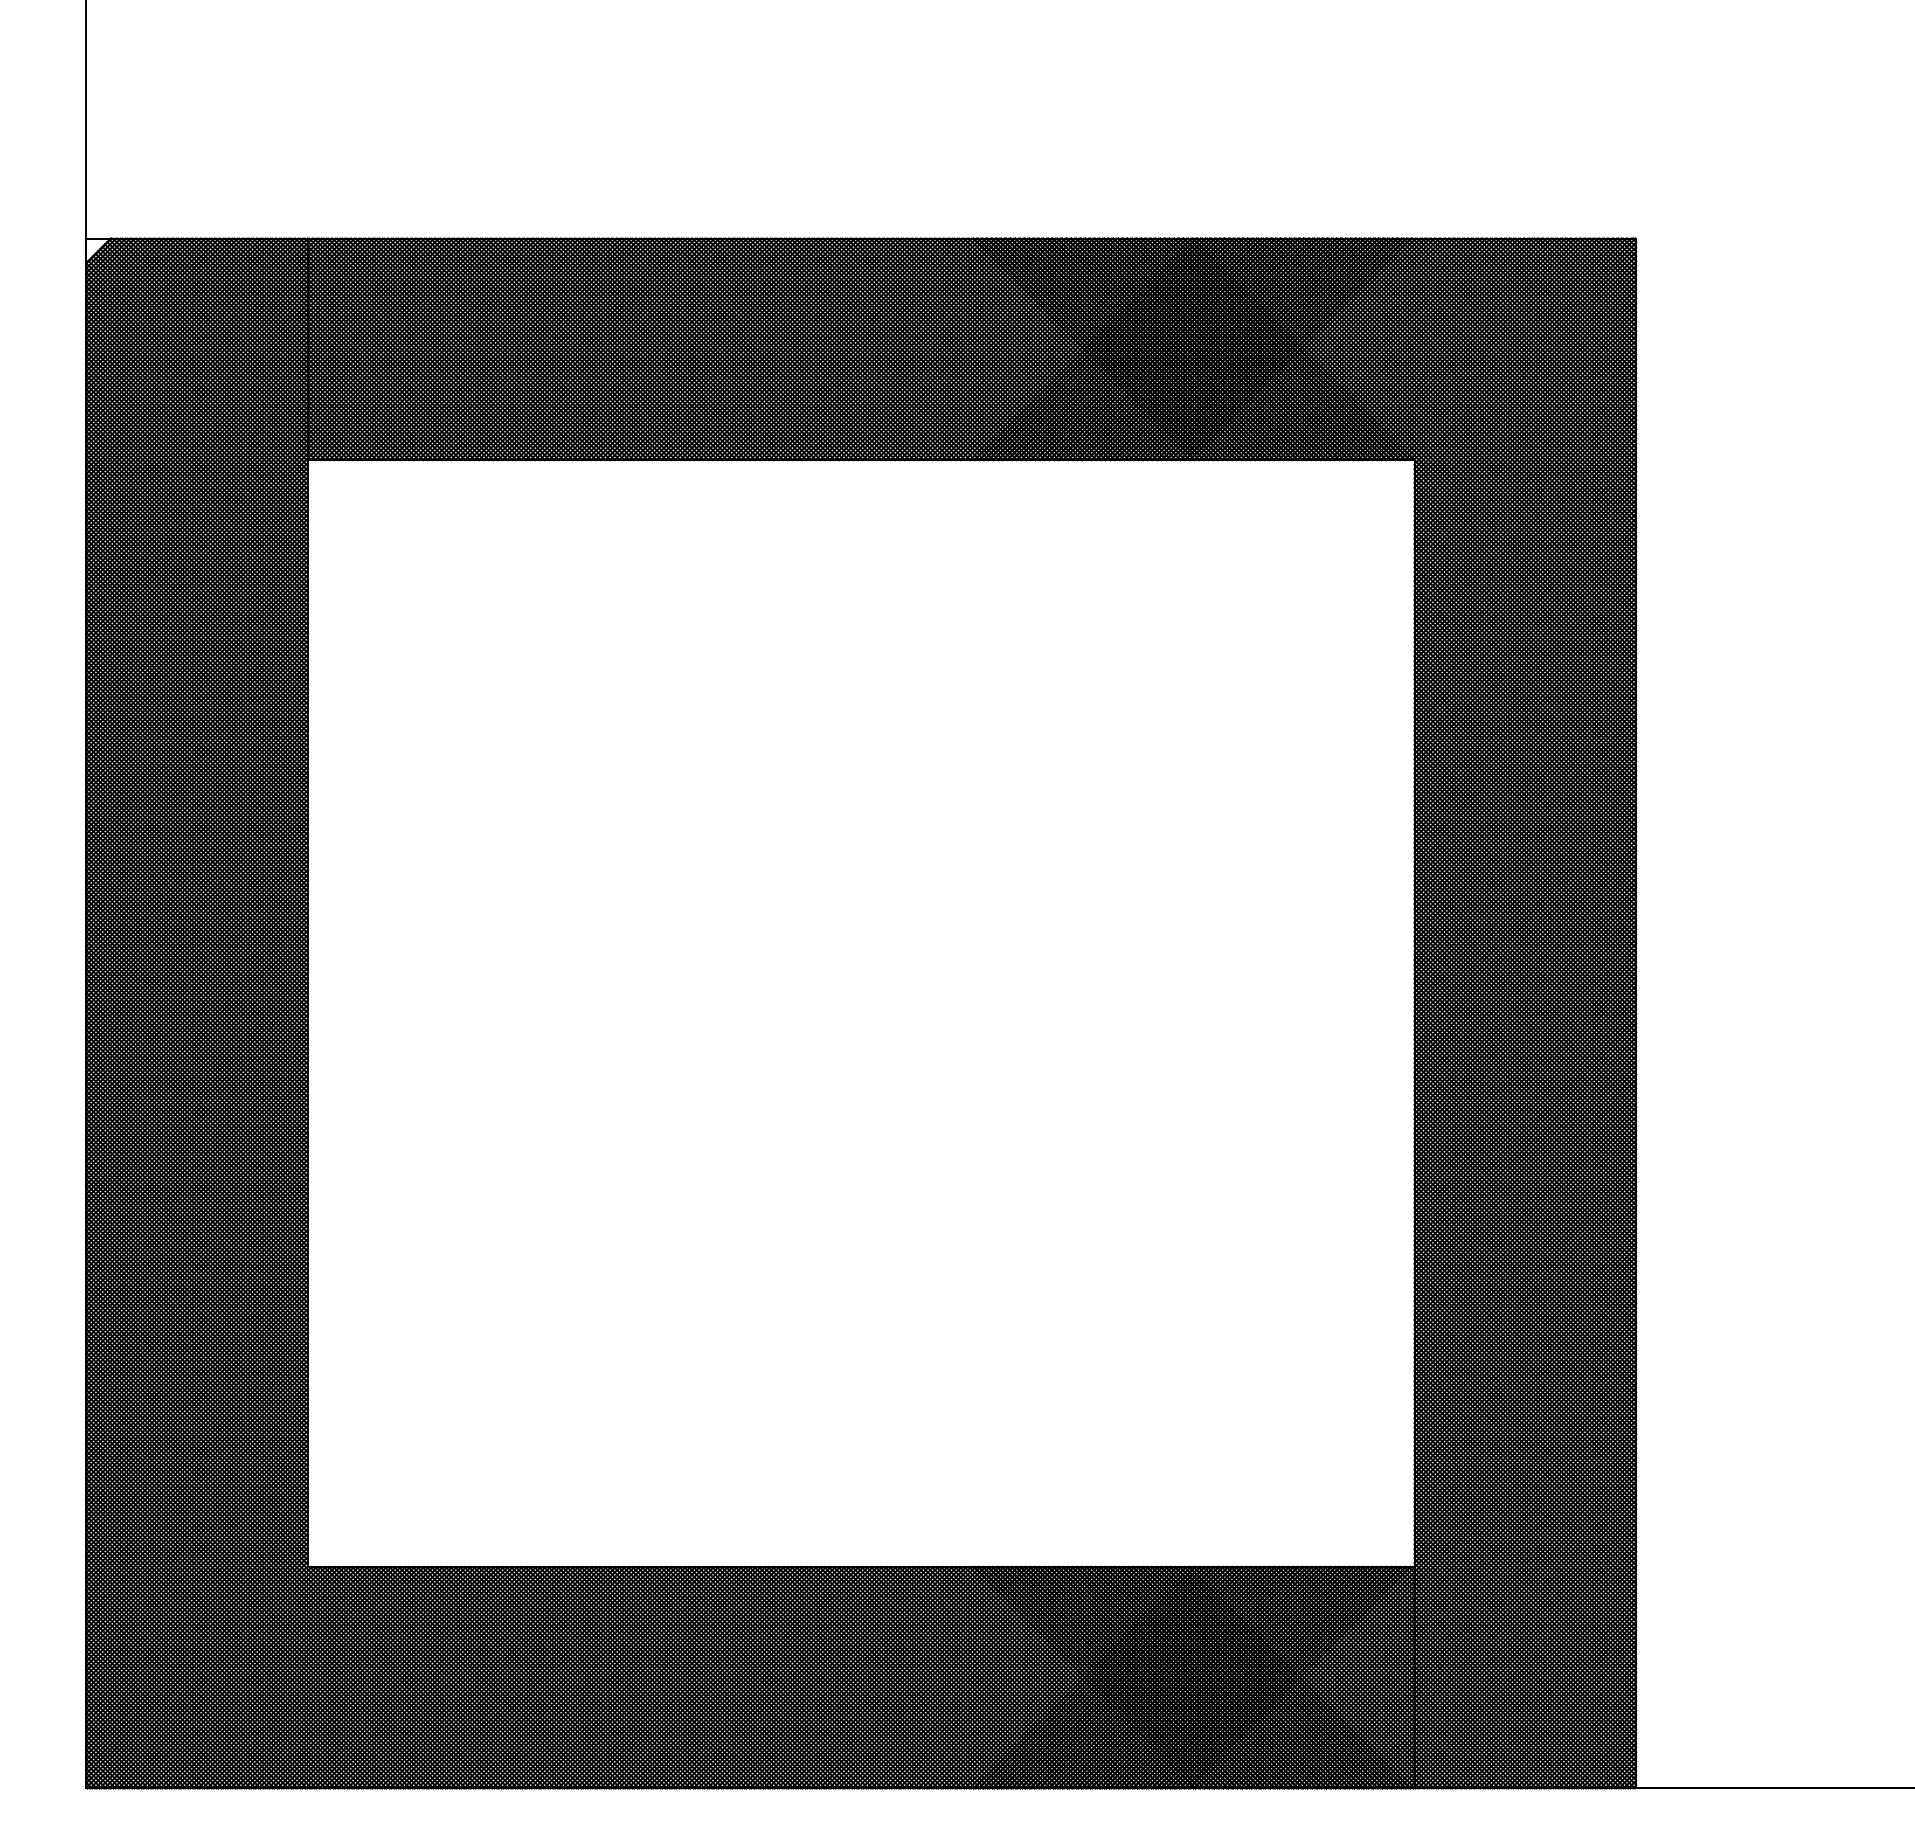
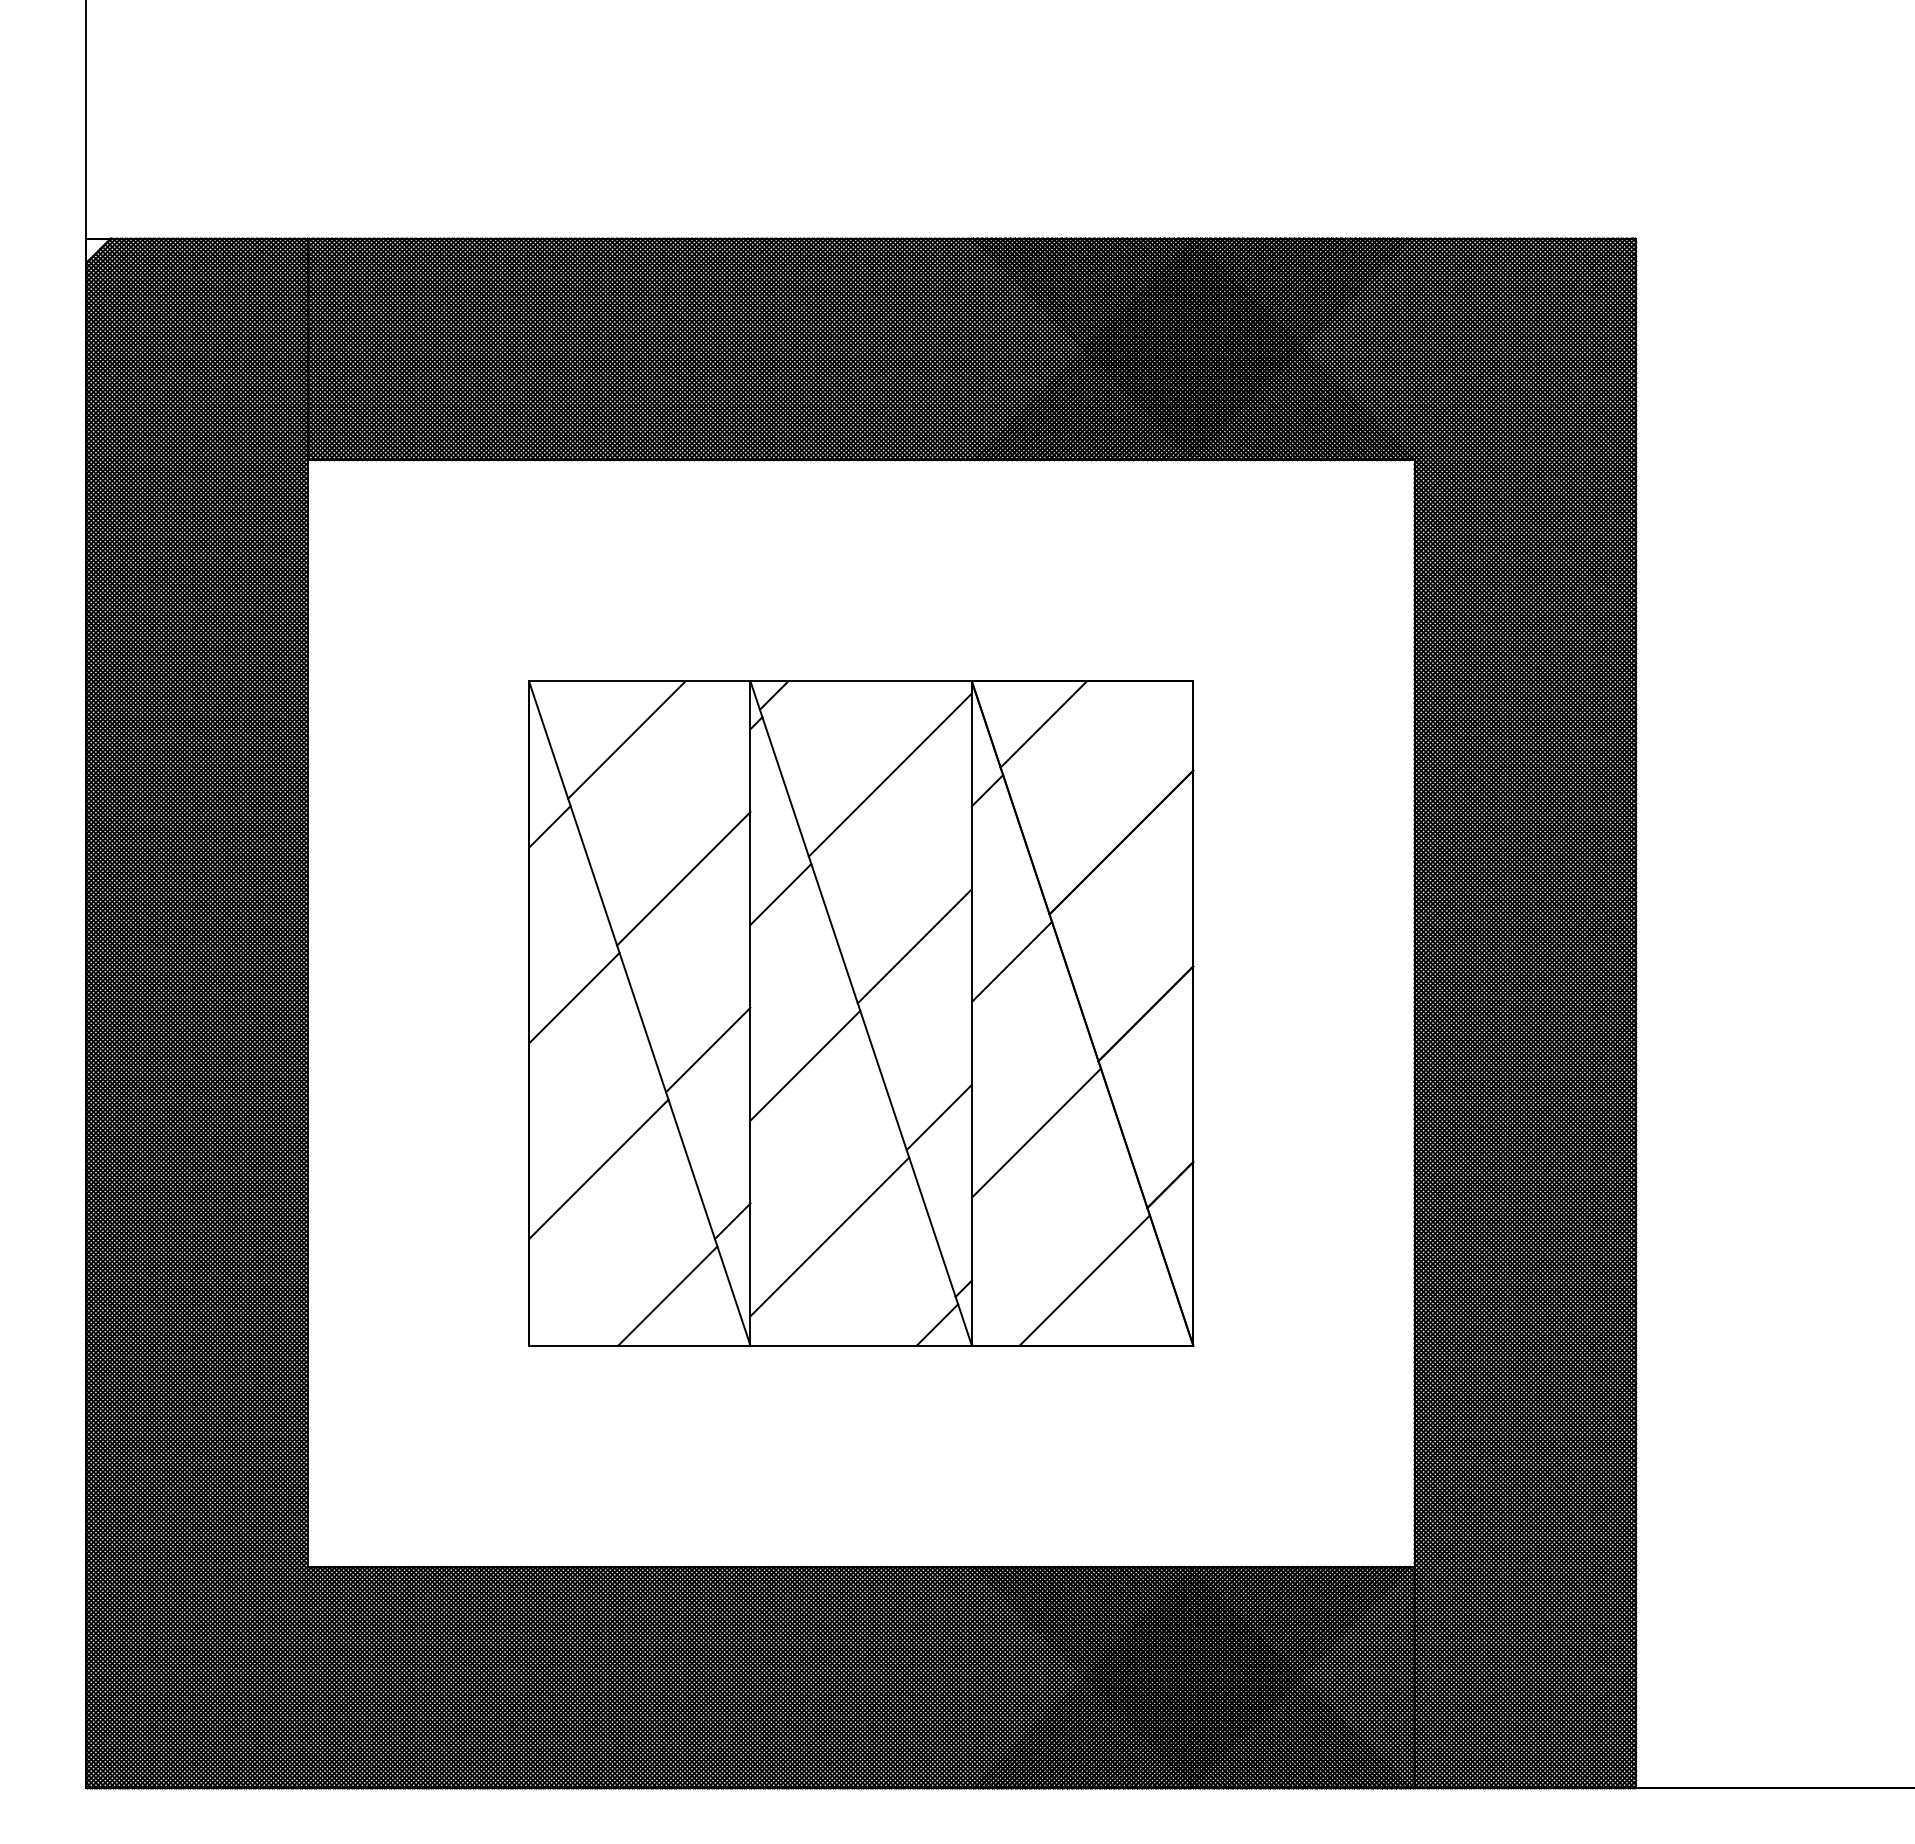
part at (861, 1013): none -> present
